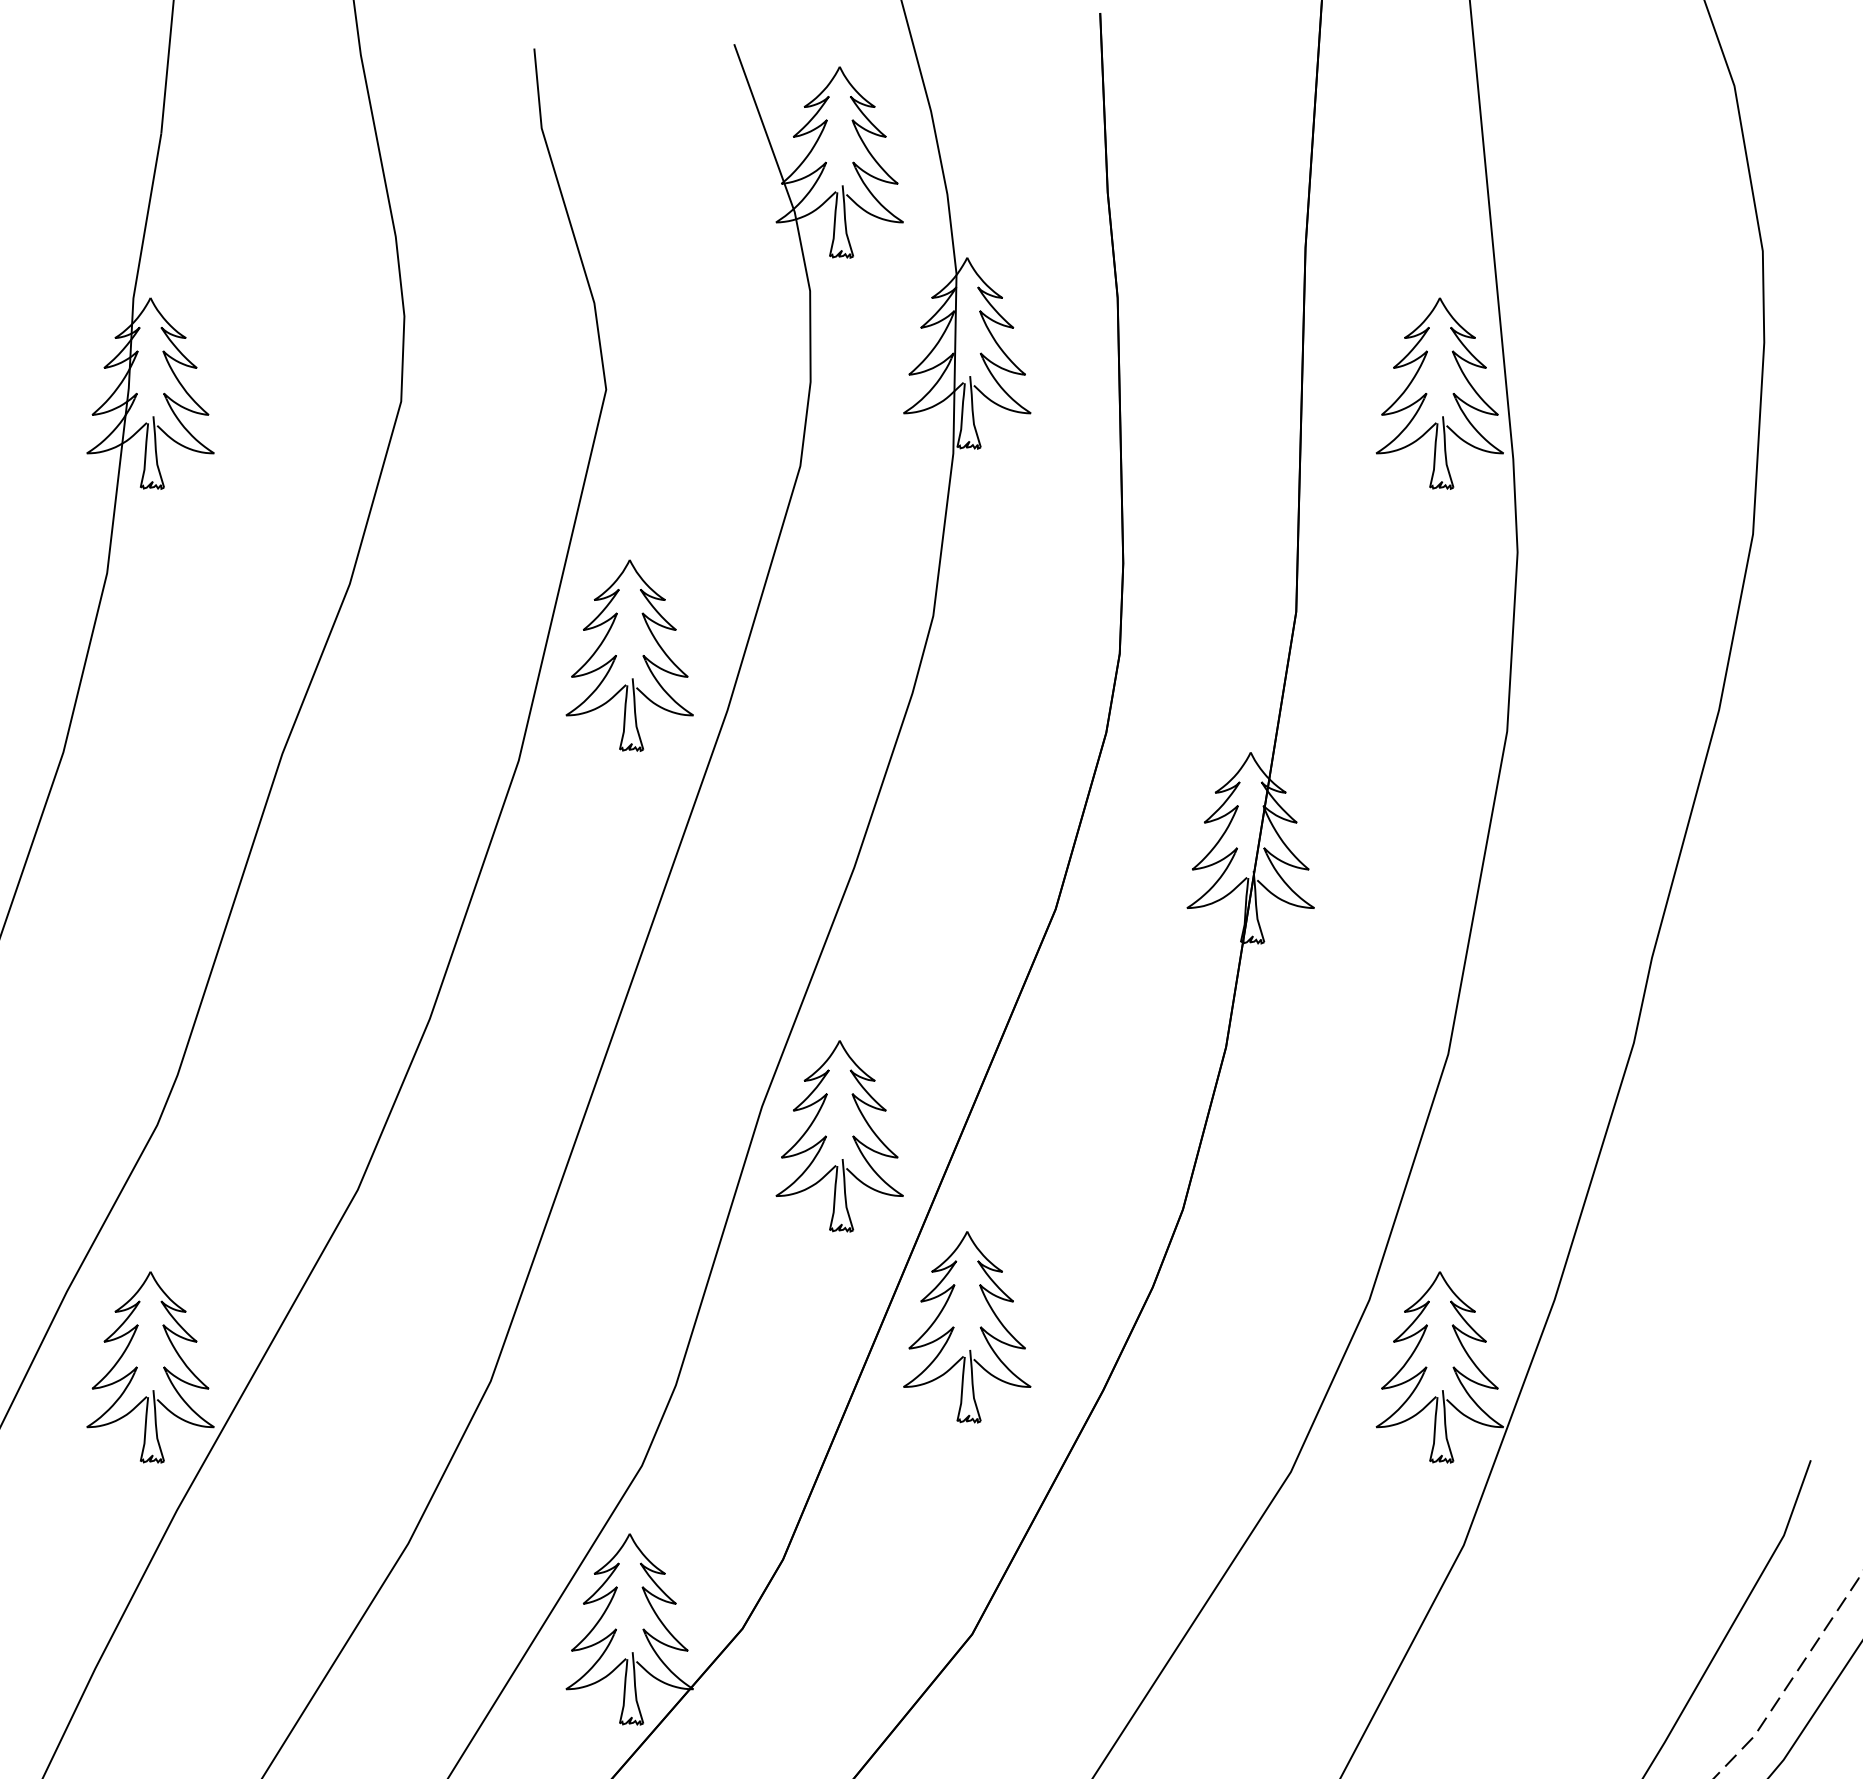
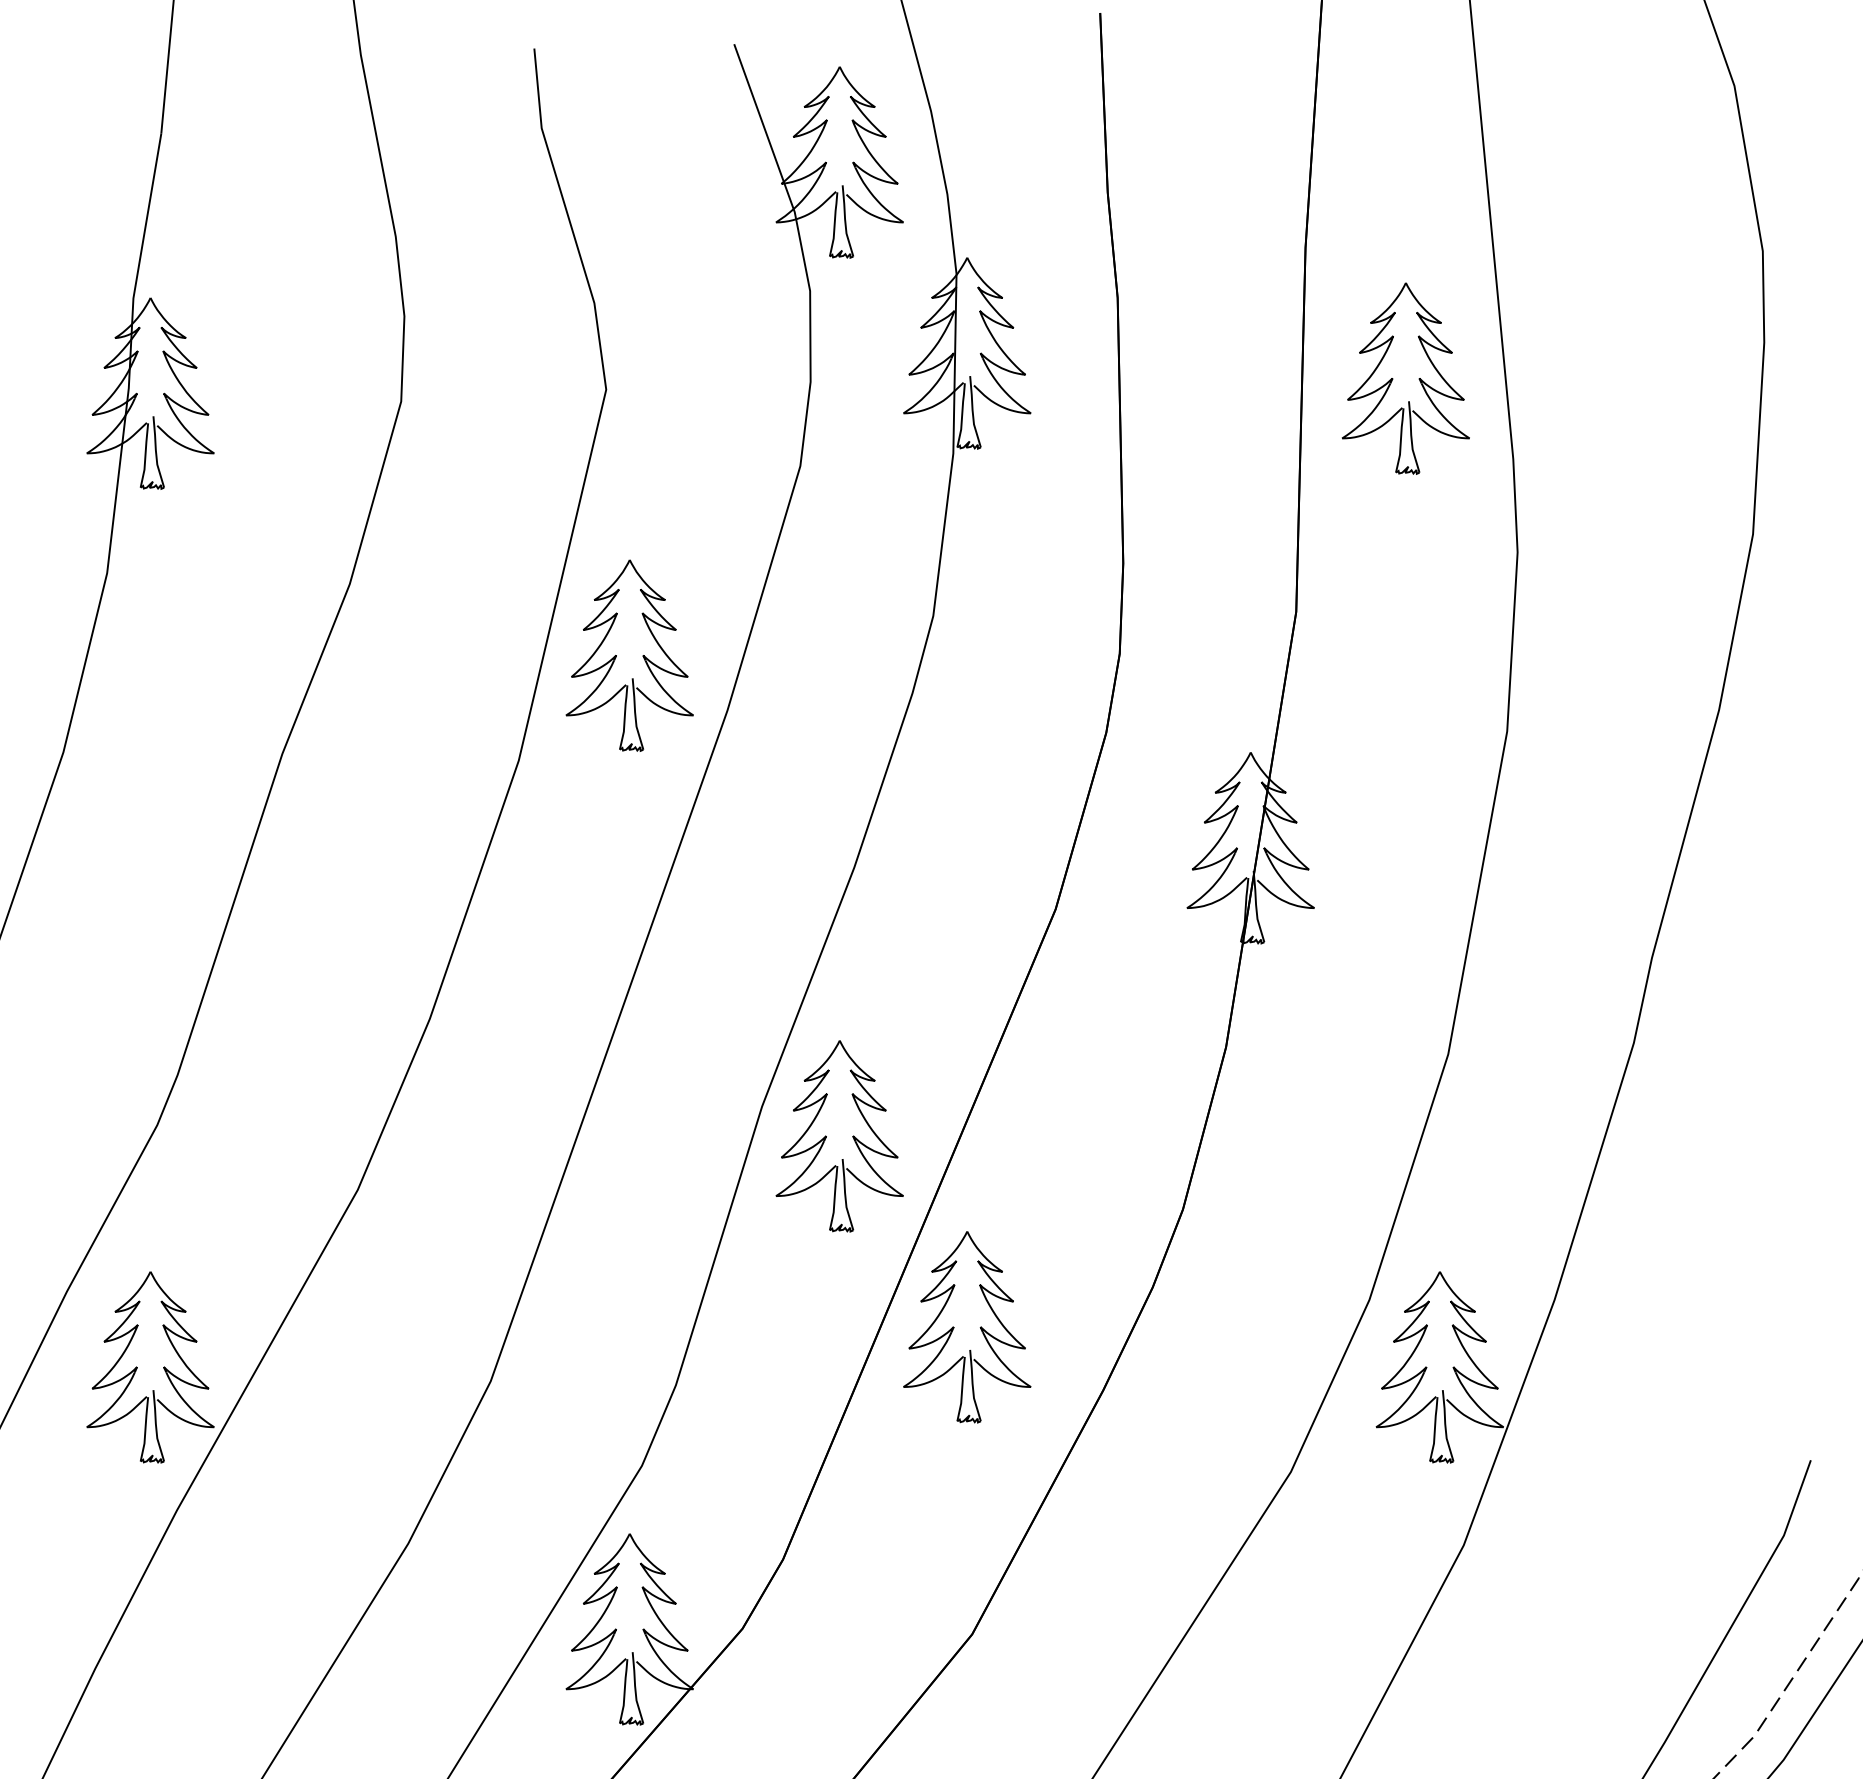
part at (1427, 393) position: (1427, 393) -> (1393, 378)
